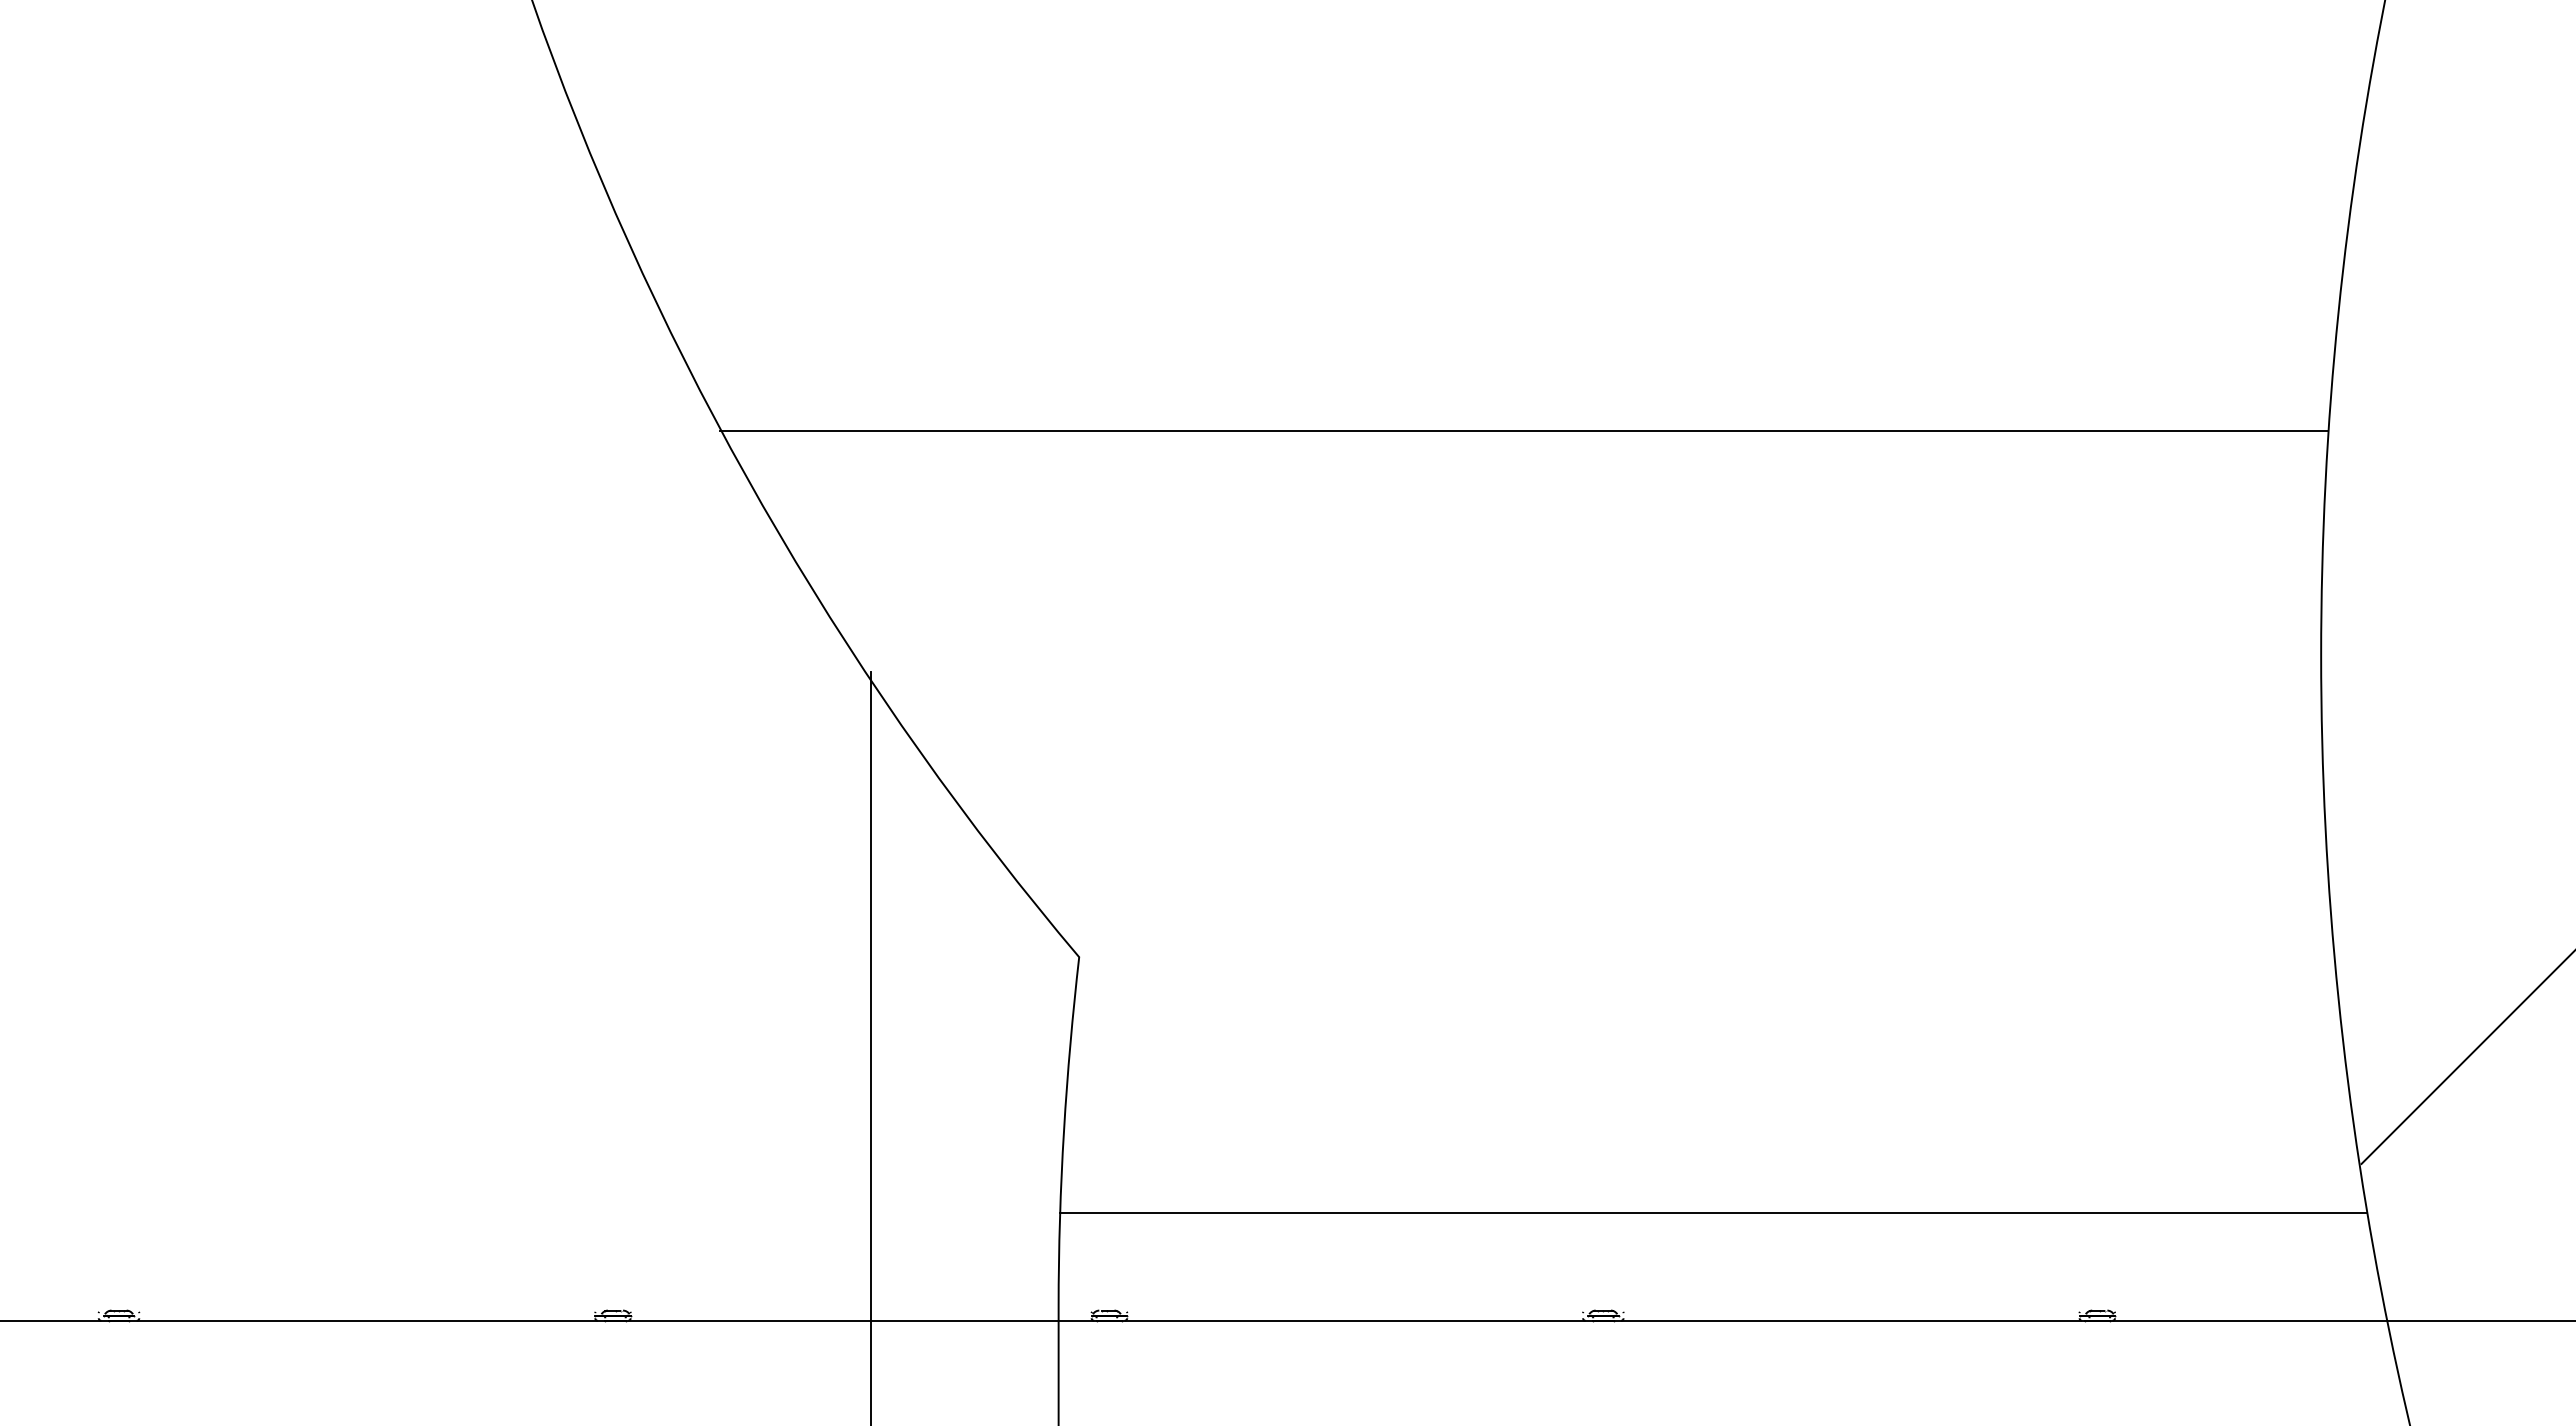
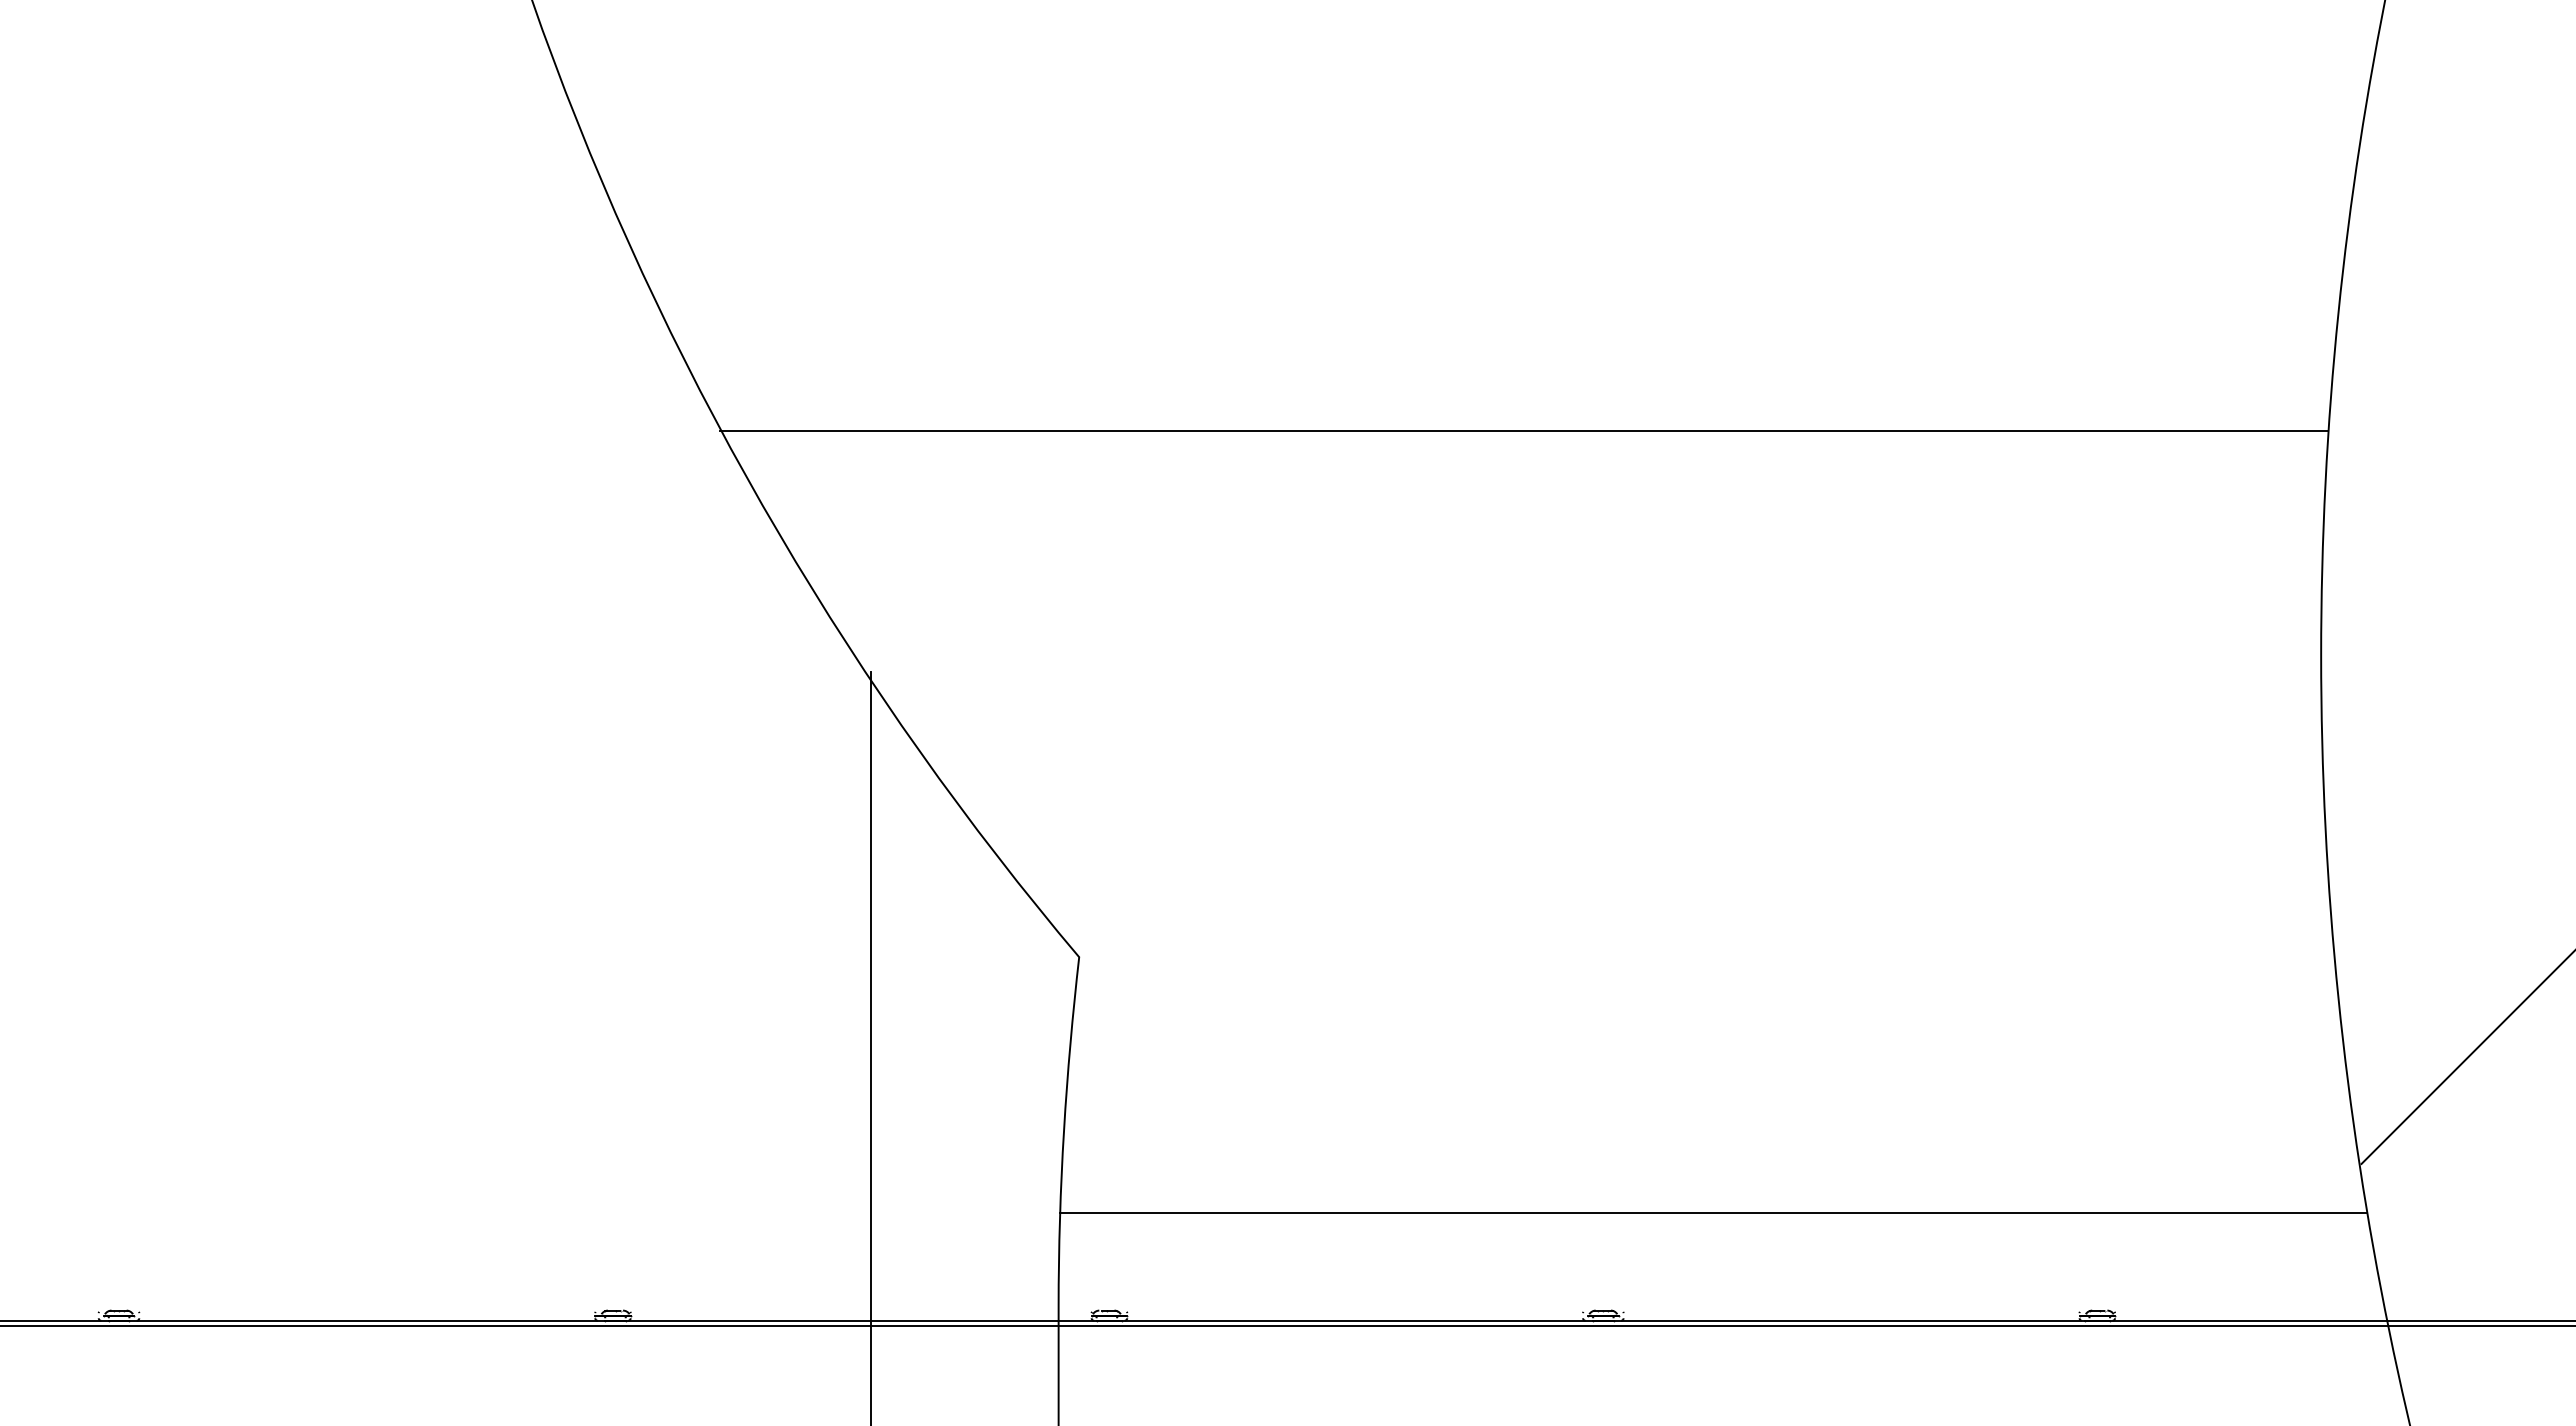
line at (1287, 1325): none -> present
